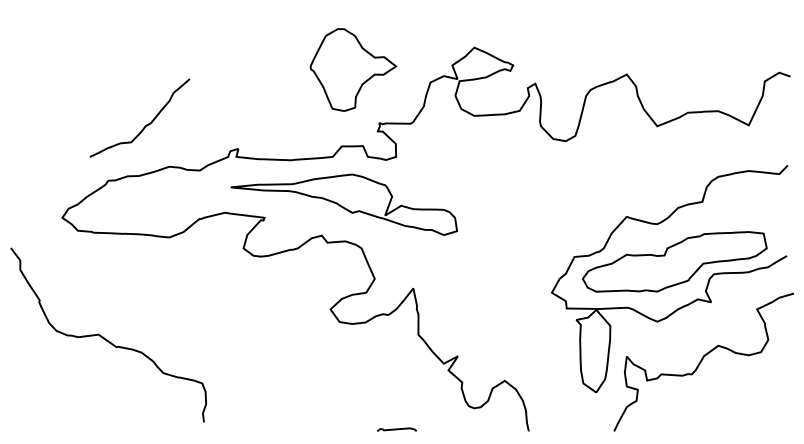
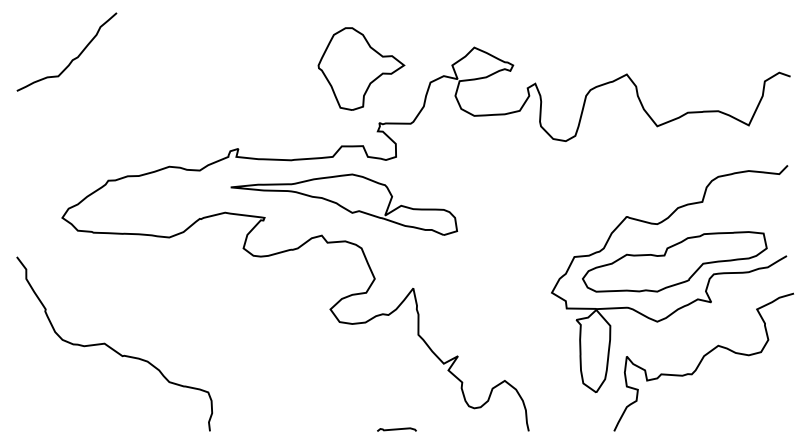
part at (353, 69) position: (353, 69) -> (361, 68)
curve at (146, 124) position: (146, 124) -> (73, 58)
curve at (104, 337) position: (104, 337) -> (110, 346)
